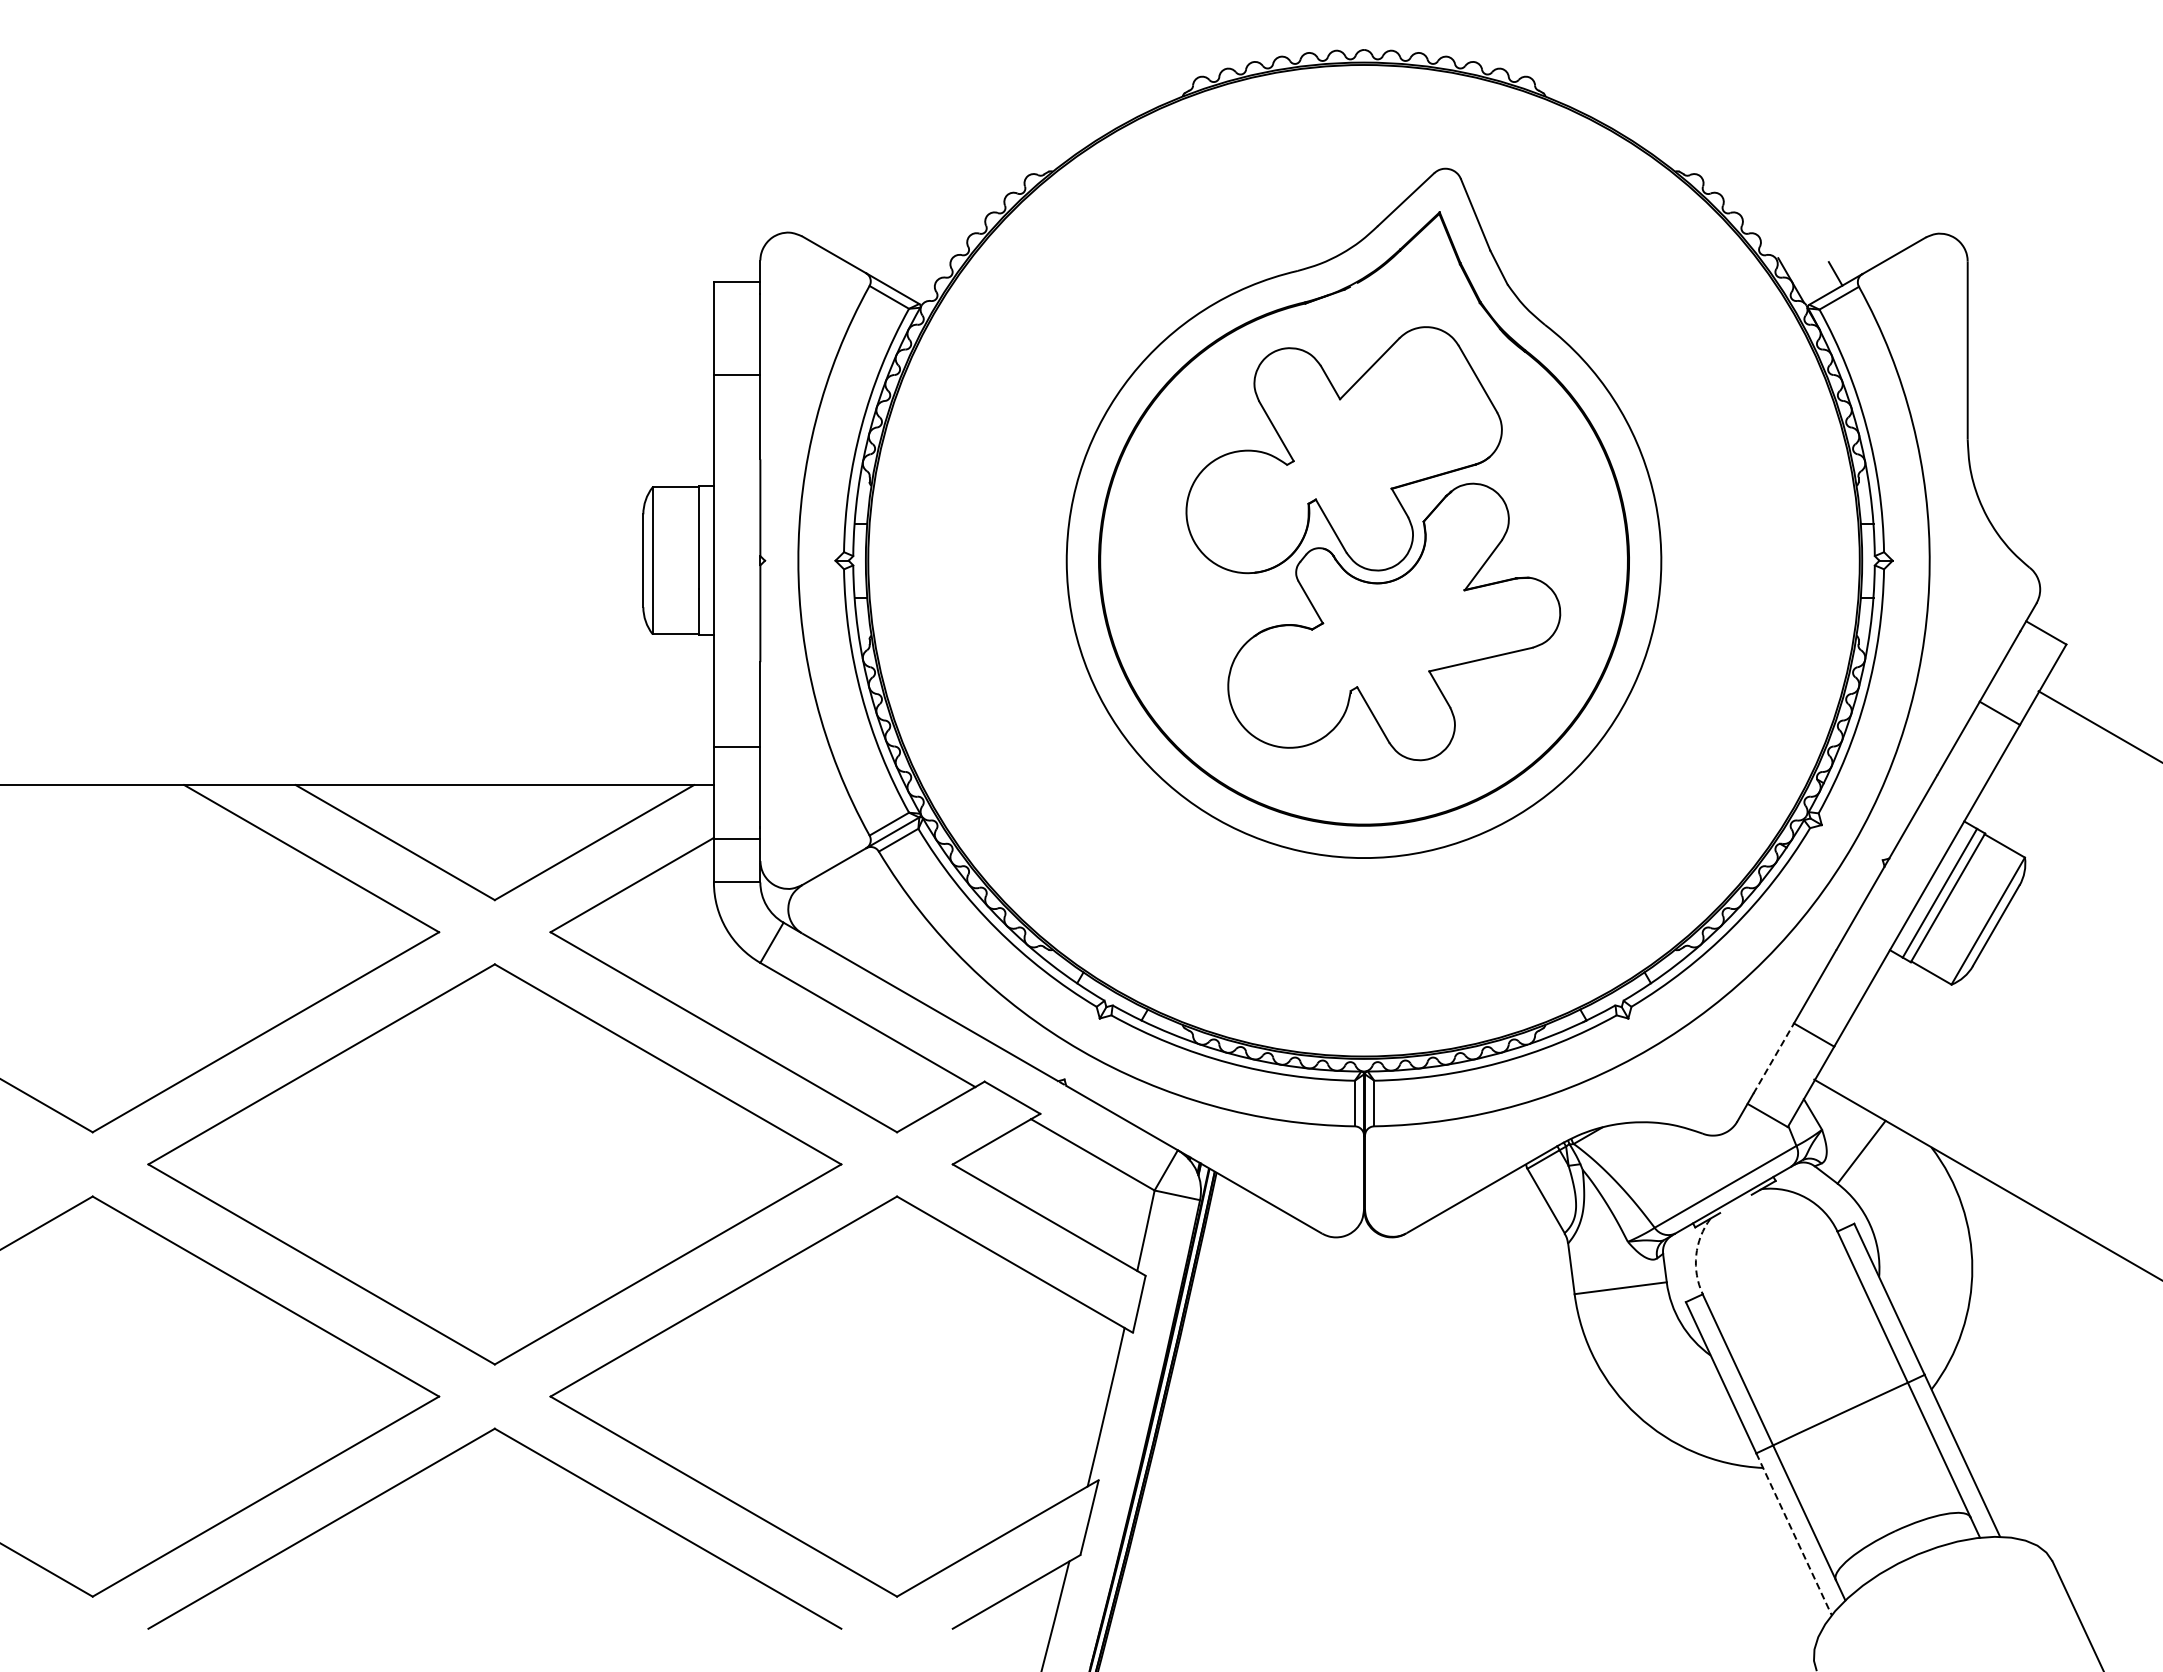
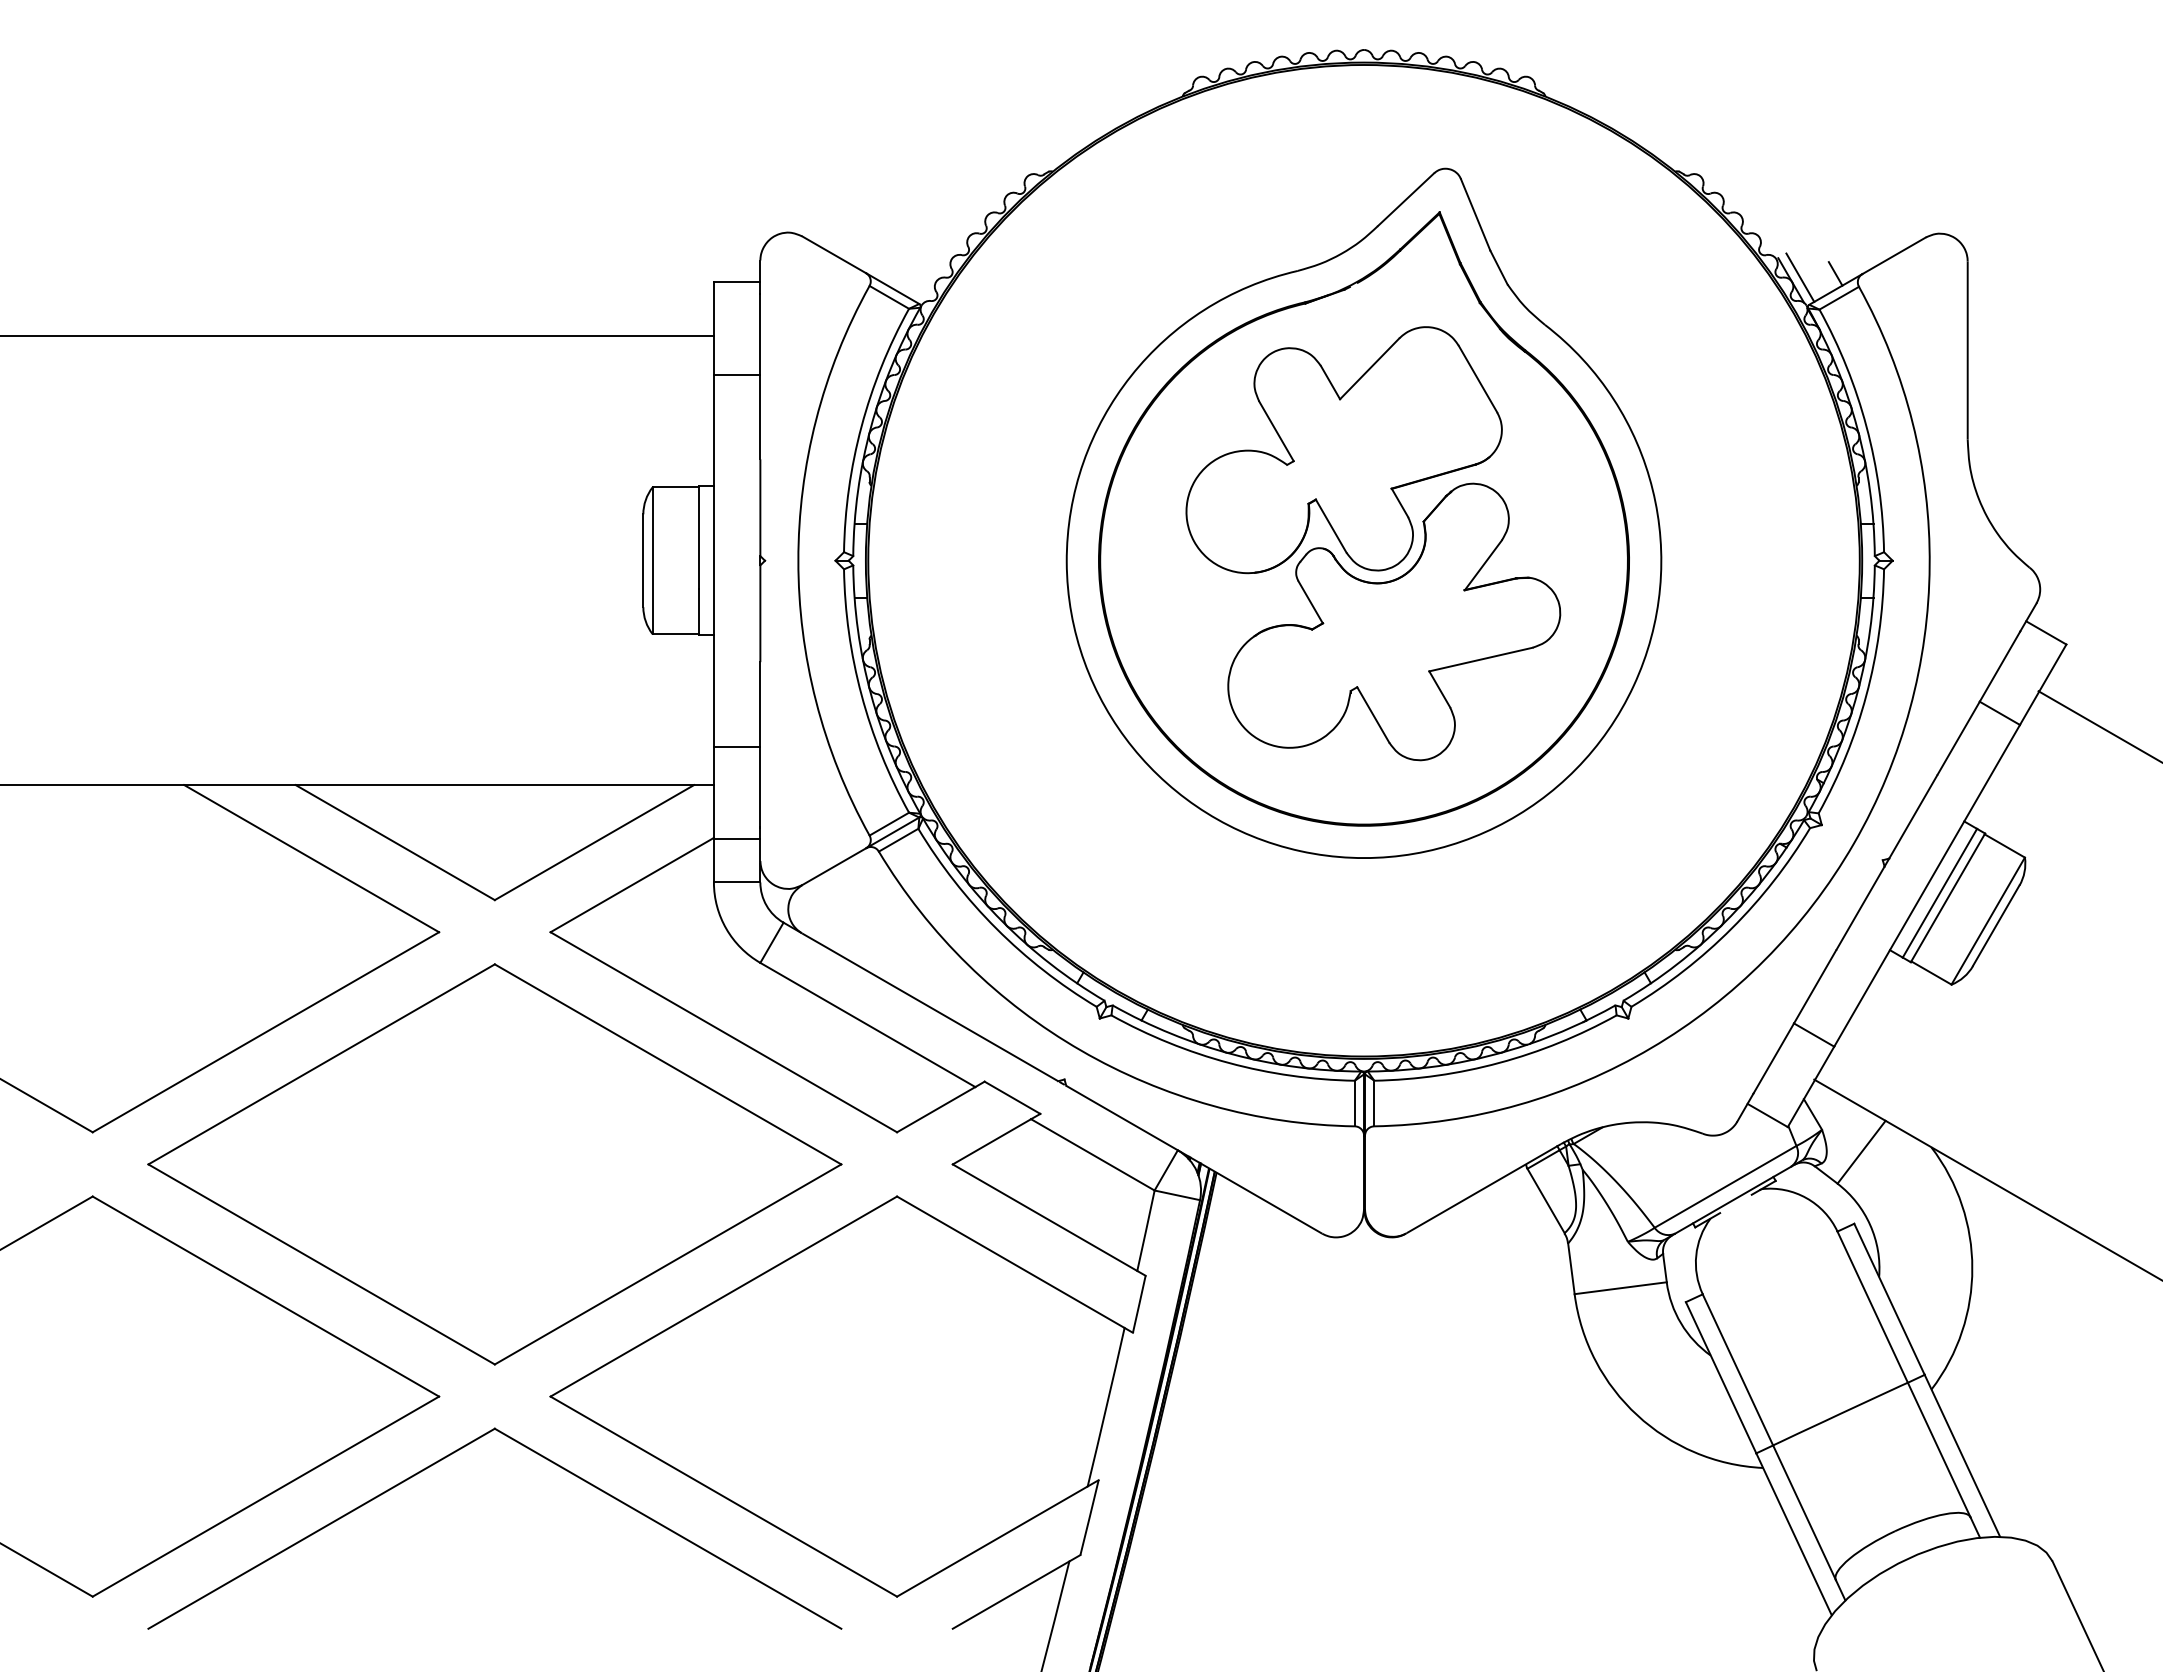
line at (1800, 277): none -> present
line at (357, 336): none -> present
line at (1773, 1058): dashed -> solid
arc at (1696, 1255): dashed -> solid
line at (1794, 1534): dashed -> solid
